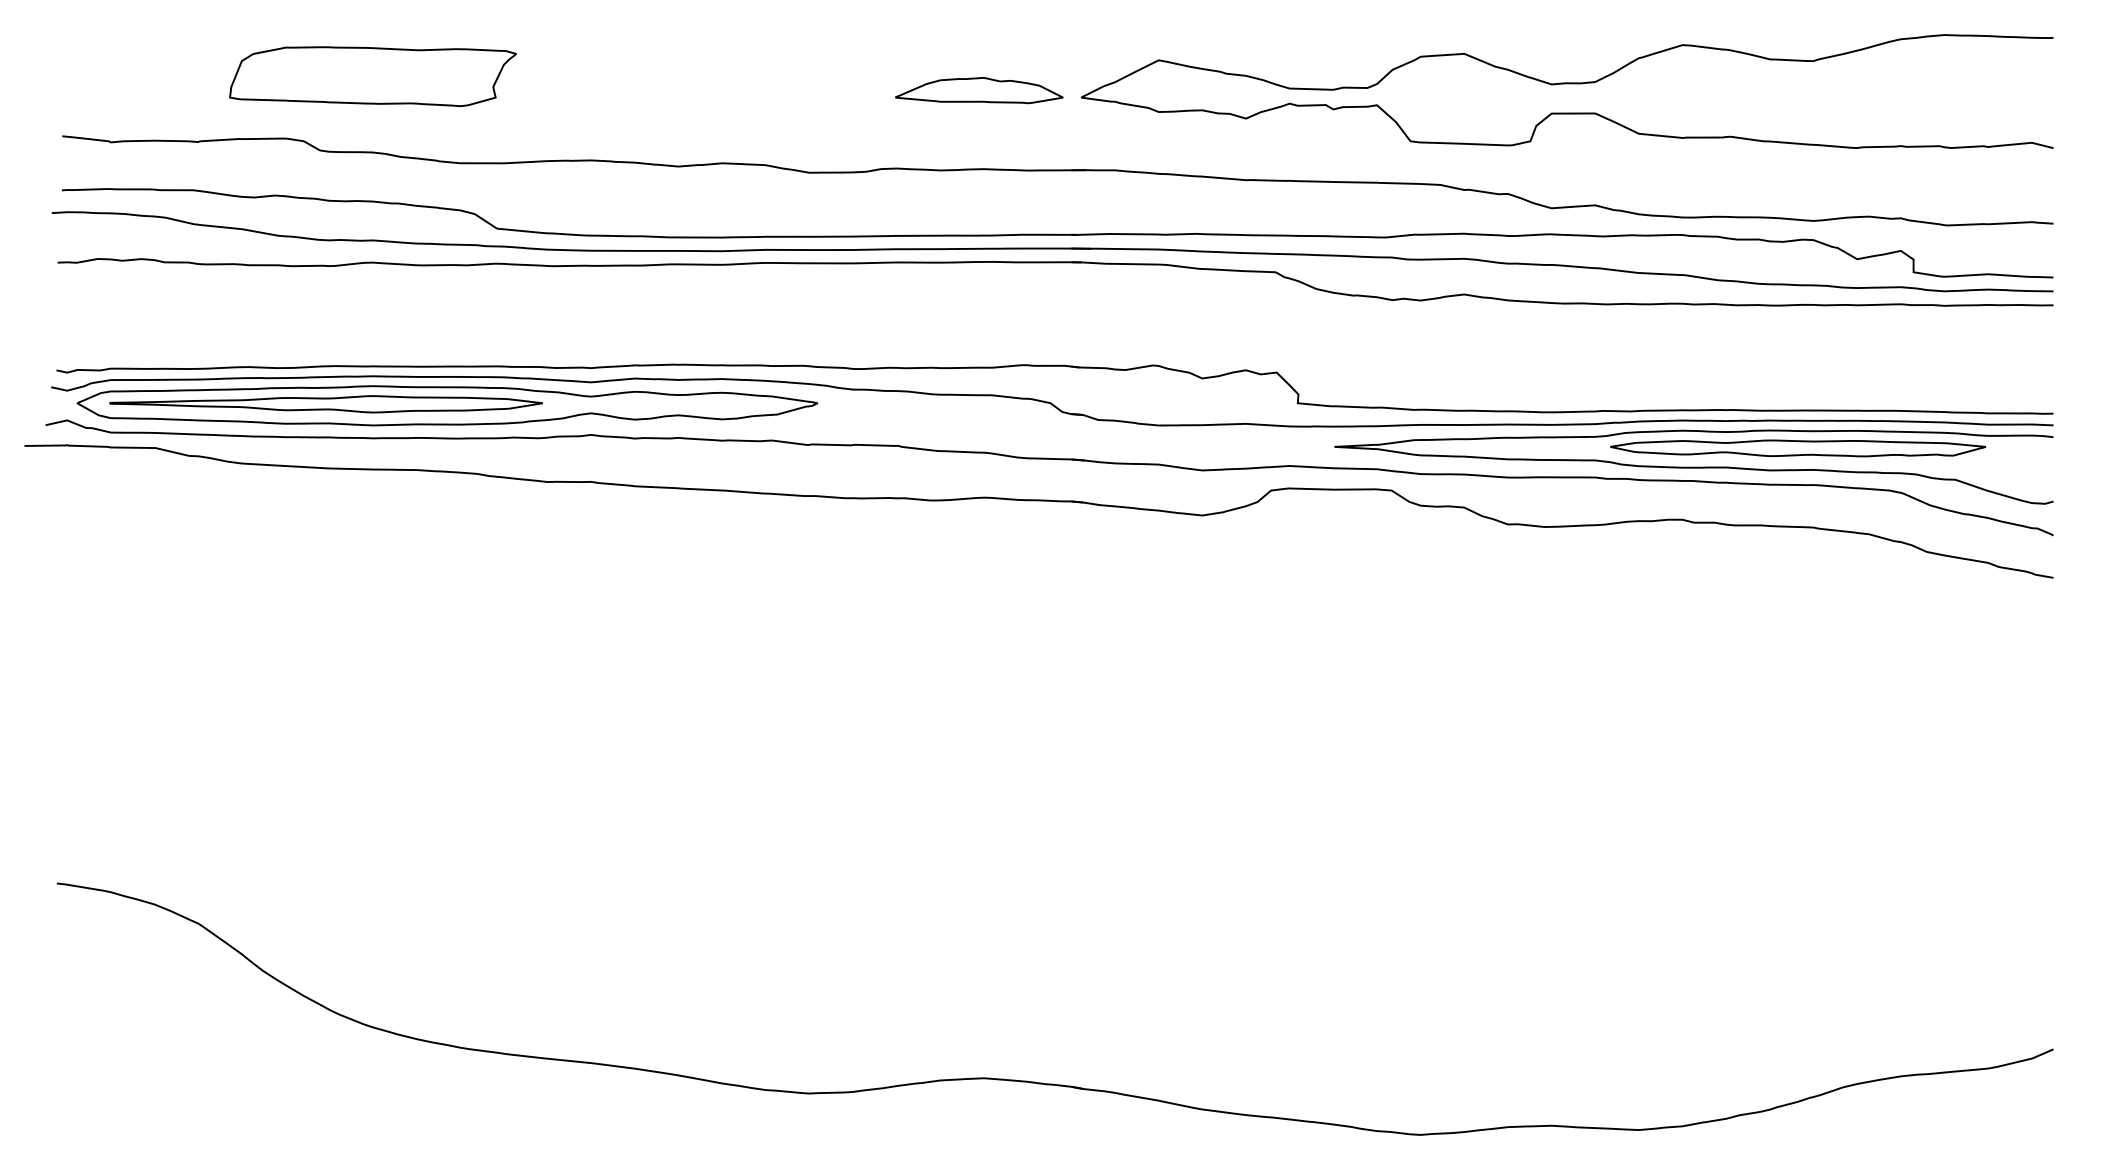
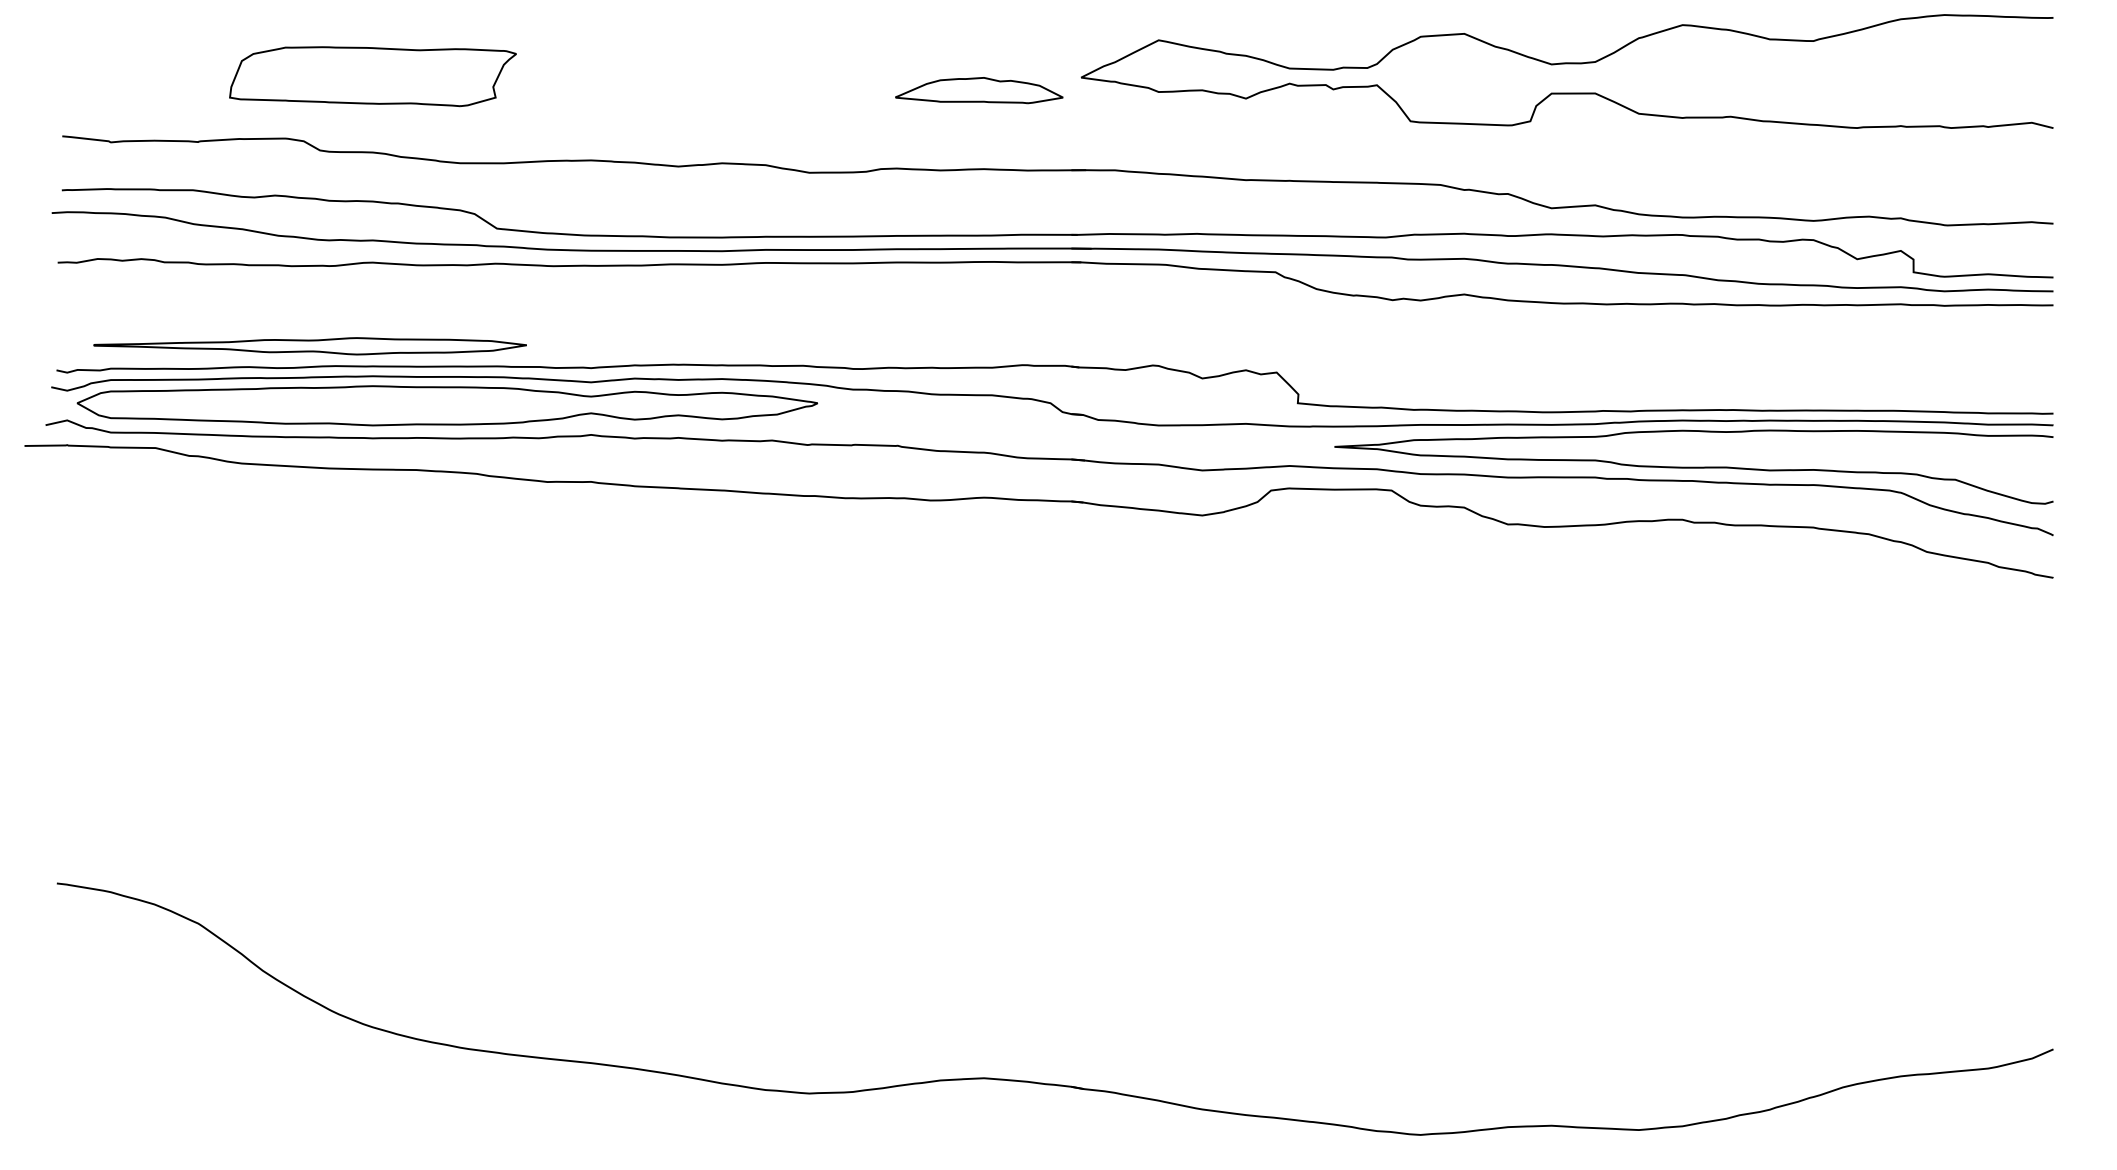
curve at (1566, 84) position: (1566, 84) -> (1566, 64)
part at (325, 404) position: (325, 404) -> (309, 346)
part at (1798, 448): present -> none
